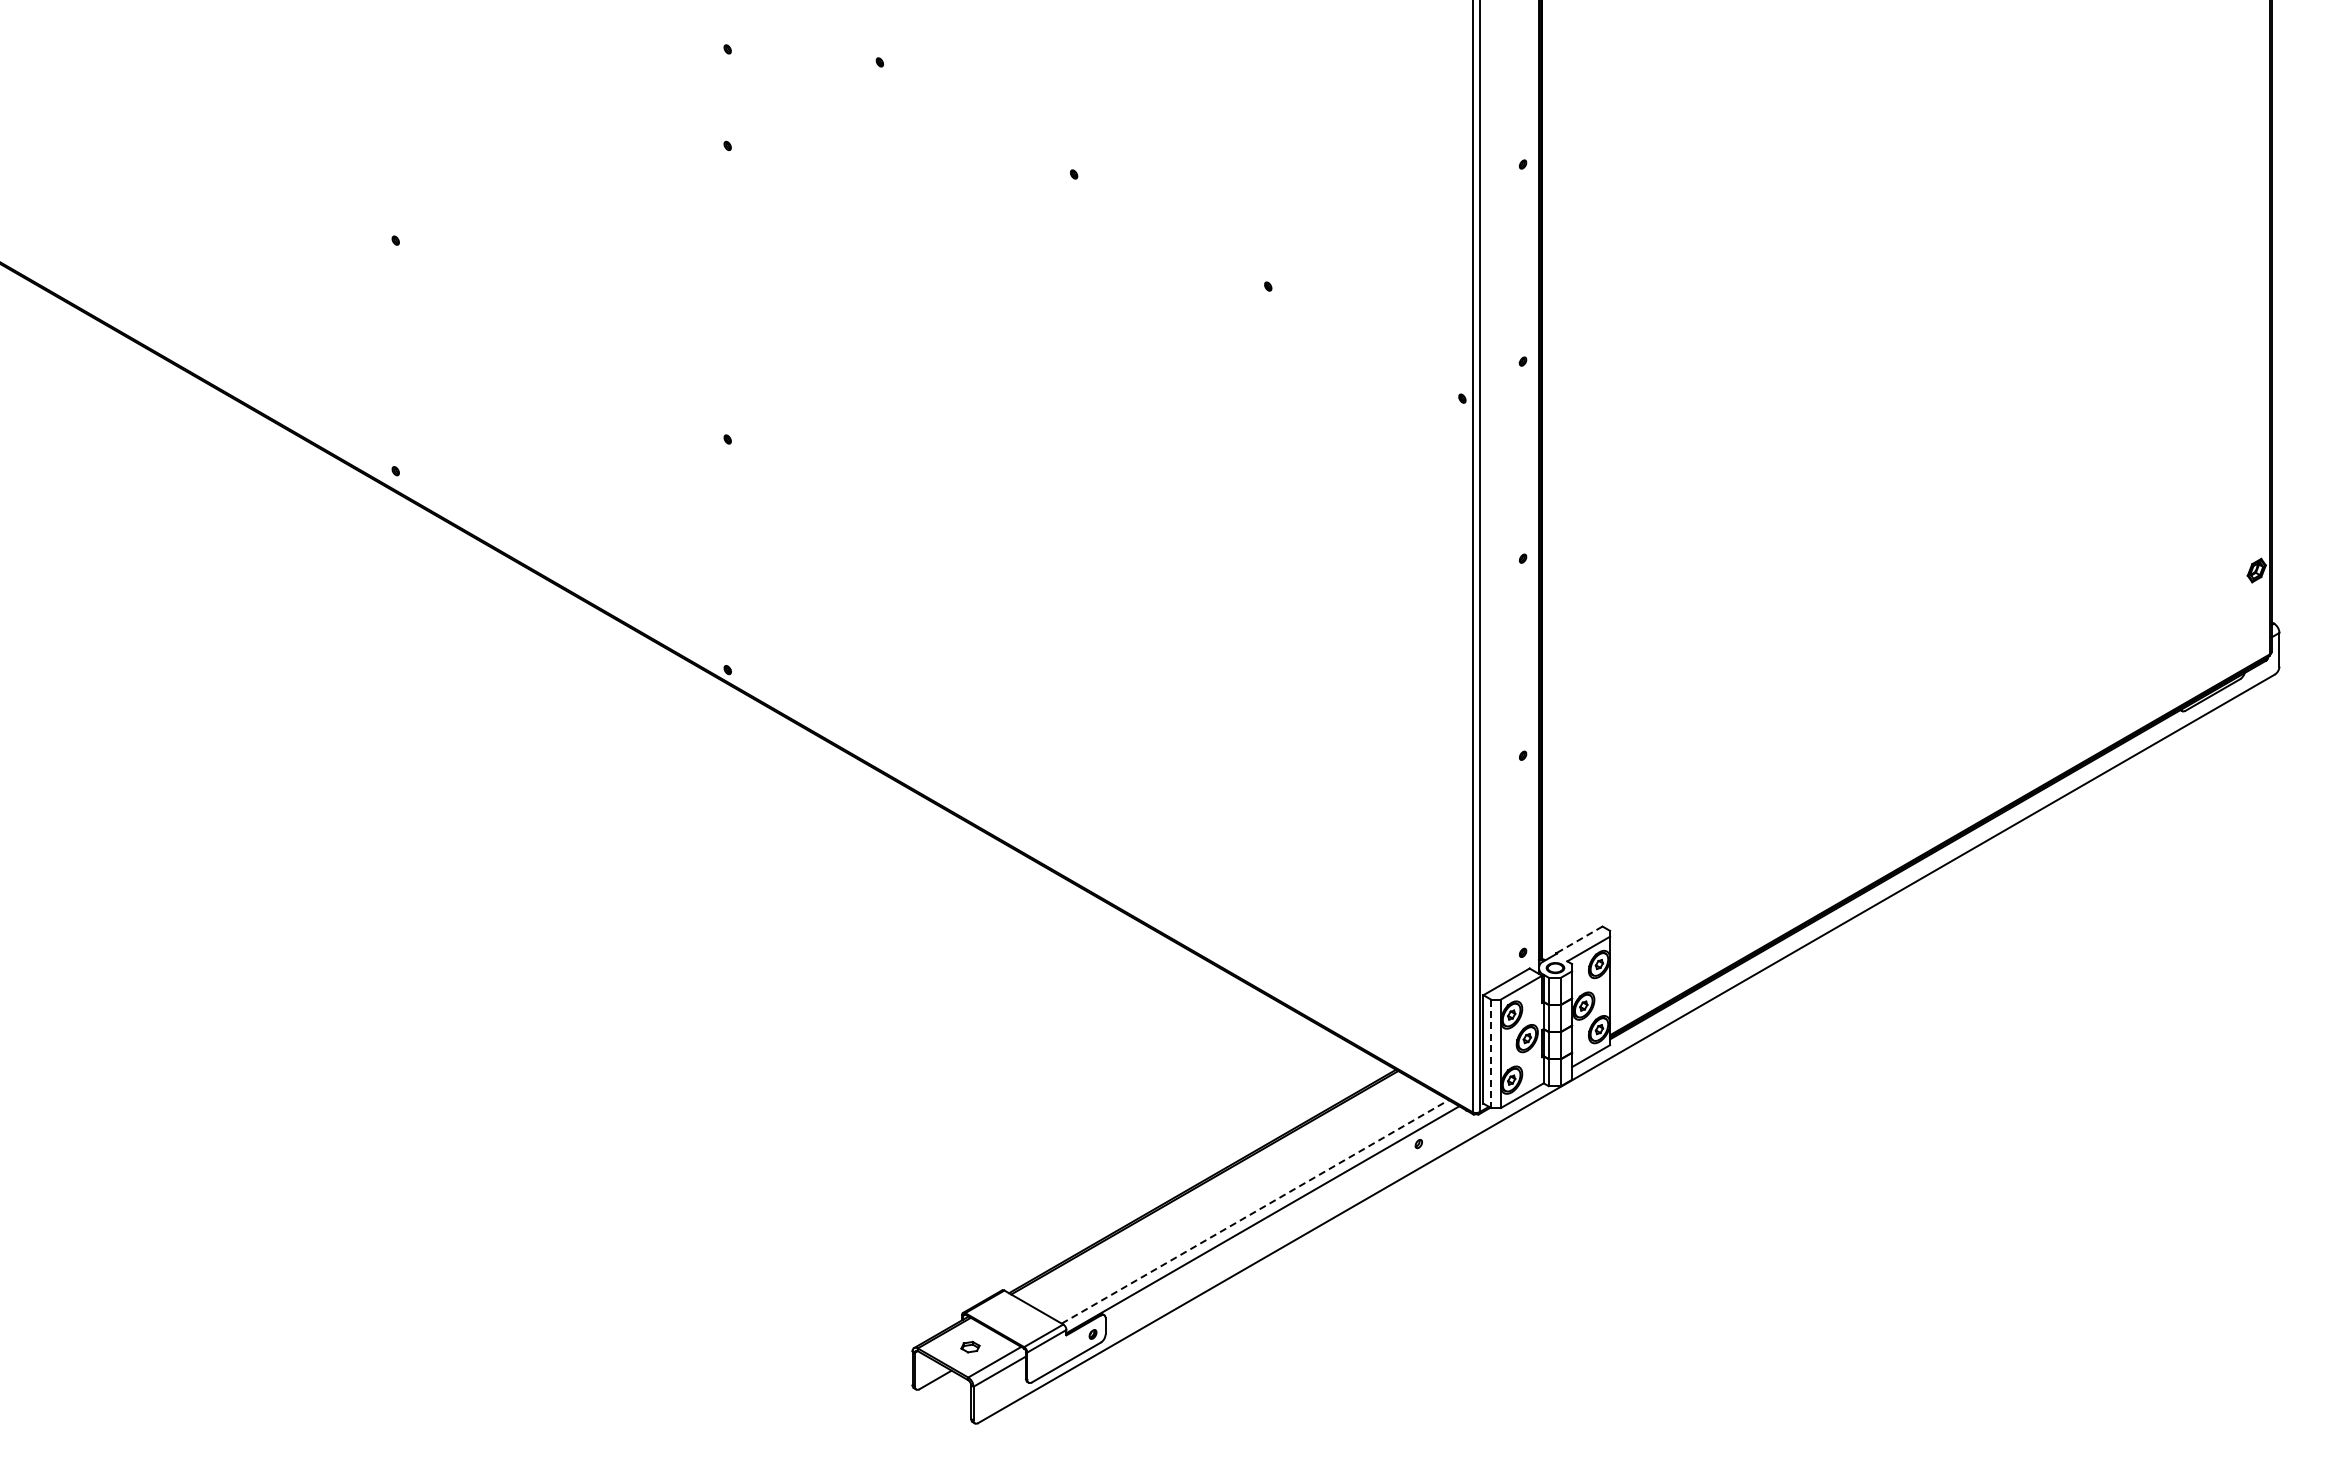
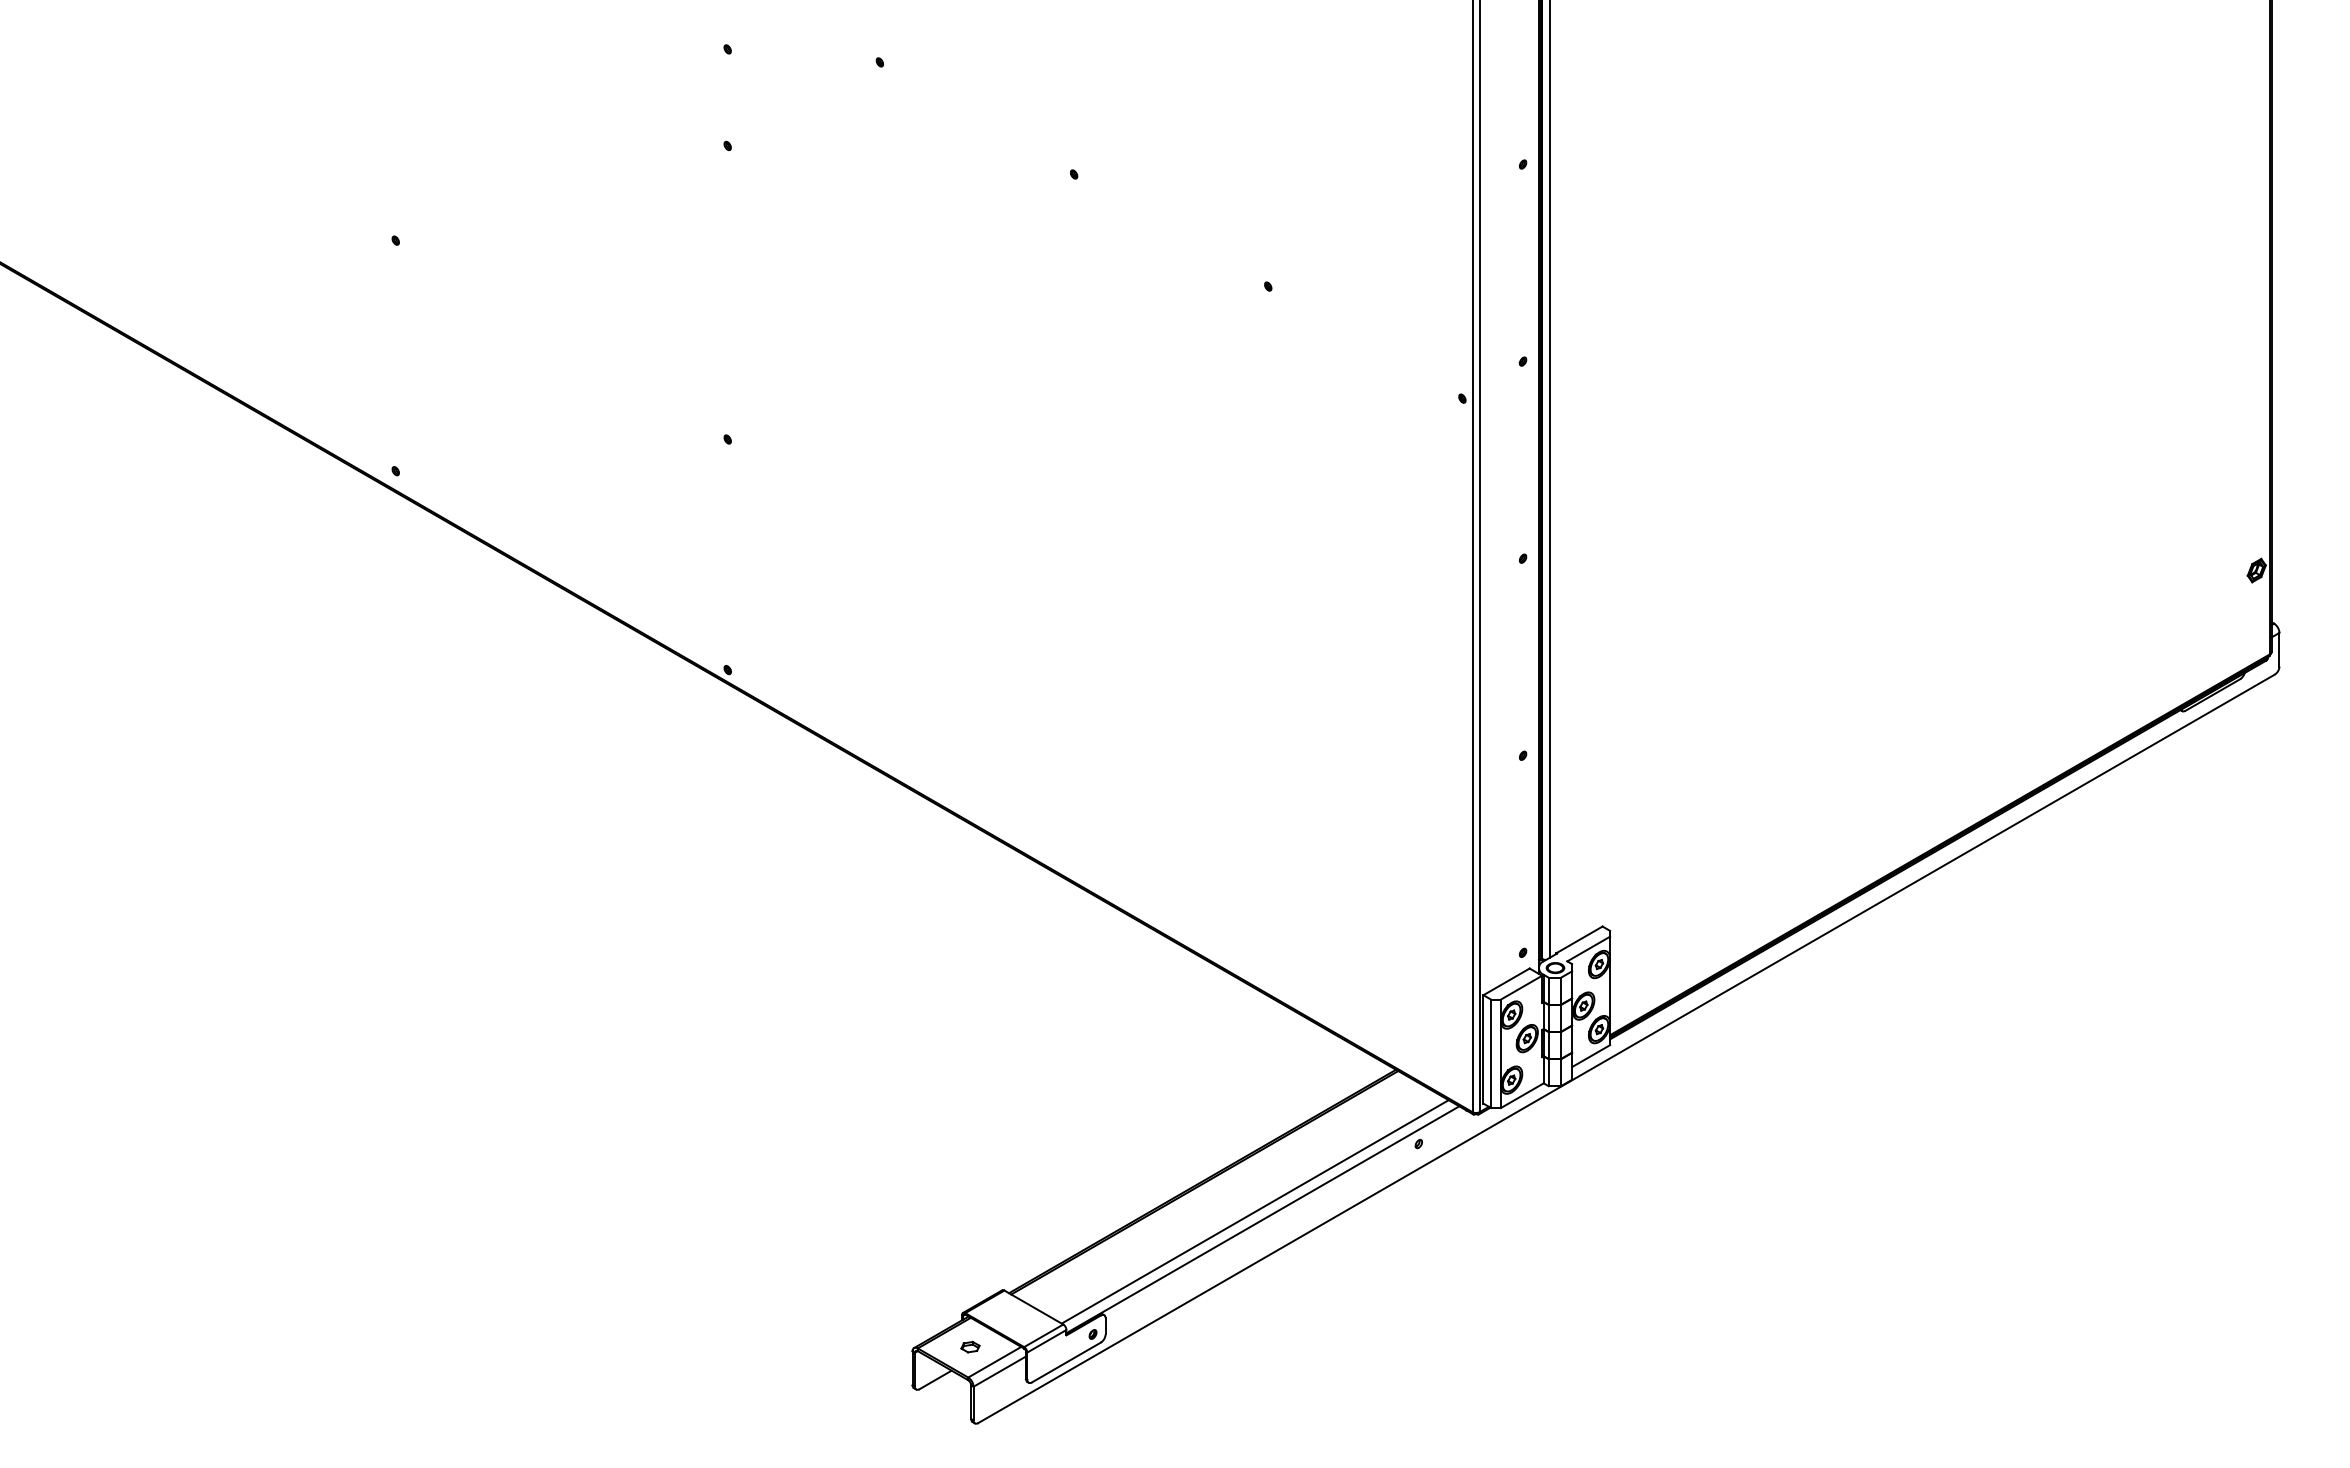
line at (1549, 479): none -> present
line at (1579, 939): dashed -> solid
line at (1490, 1054): dashed -> solid
line at (1255, 1211): dashed -> solid
